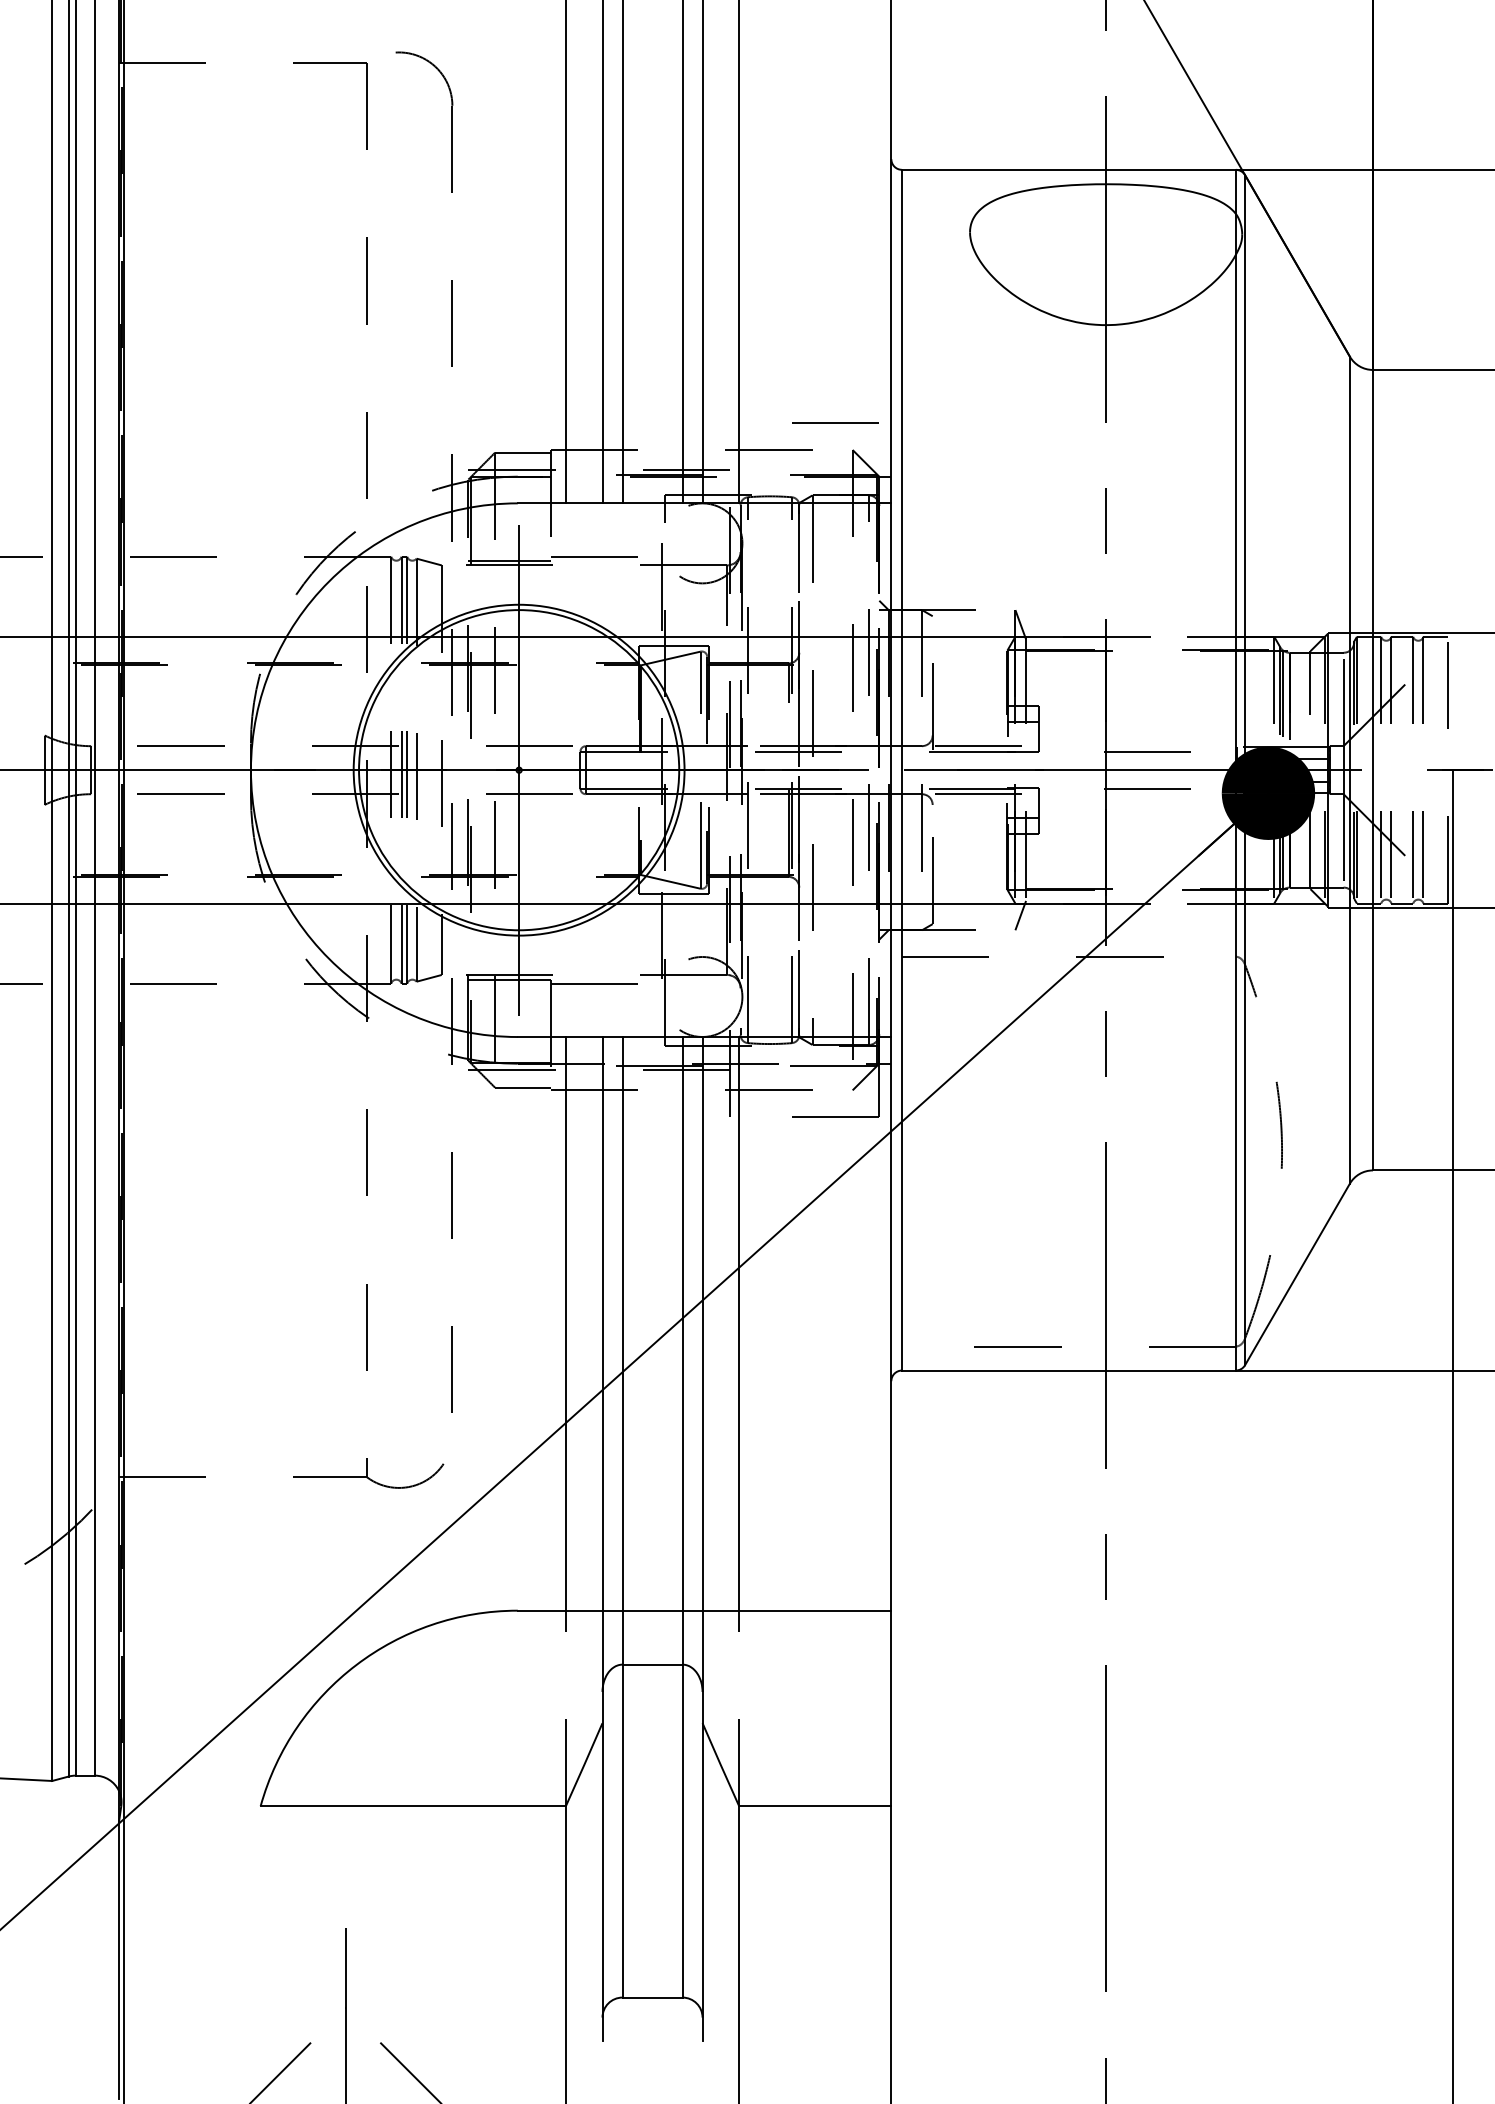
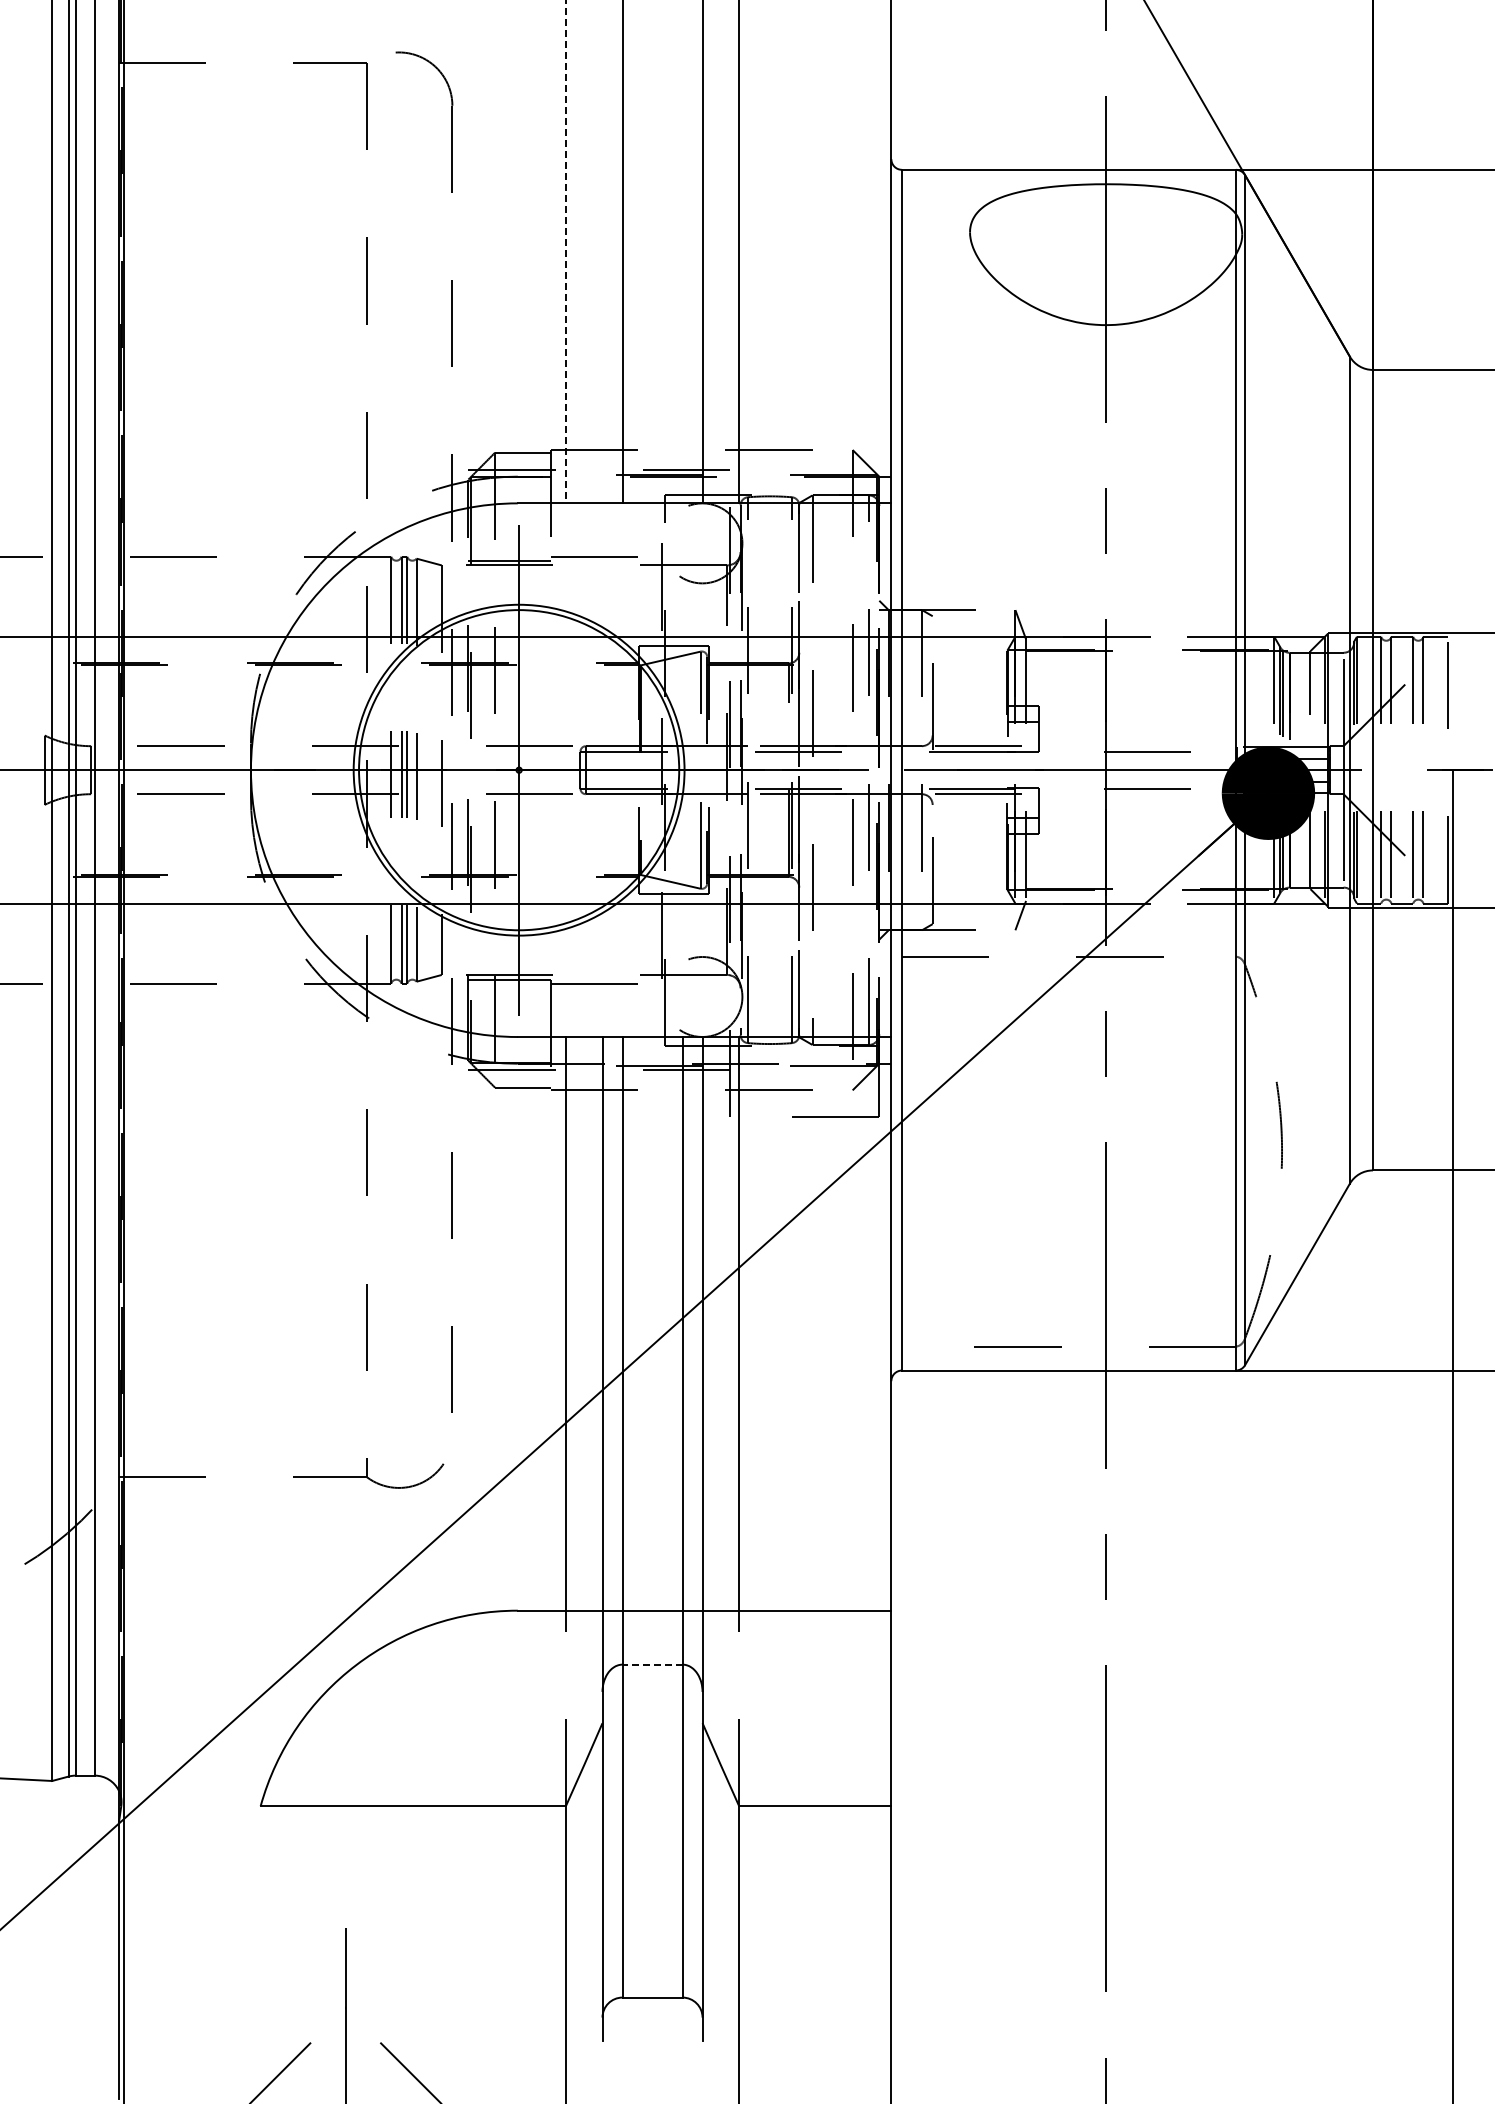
line at (565, 252): solid -> dashed
line at (602, 252): present -> none
line at (682, 252): present -> none
line at (835, 422): present -> none
line at (652, 1664): solid -> dashed
